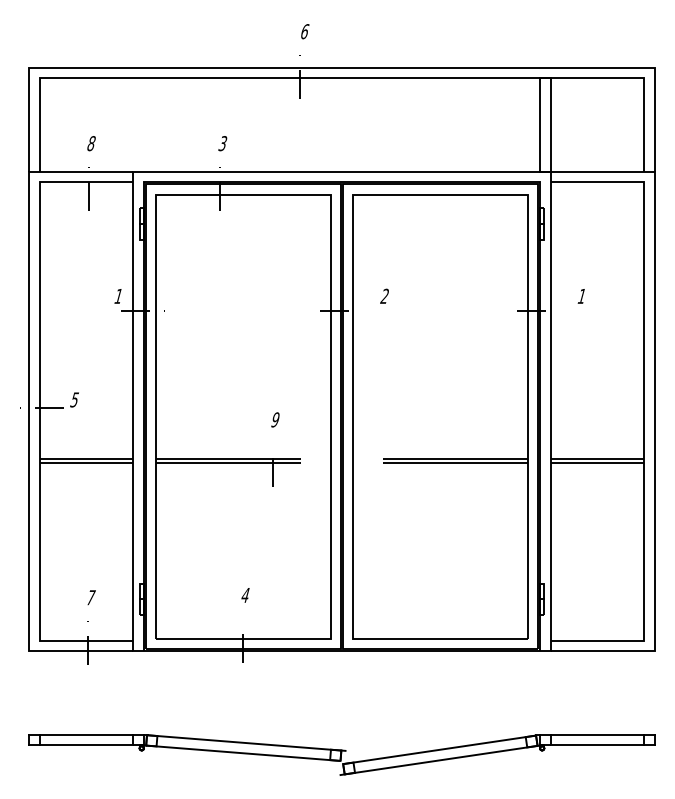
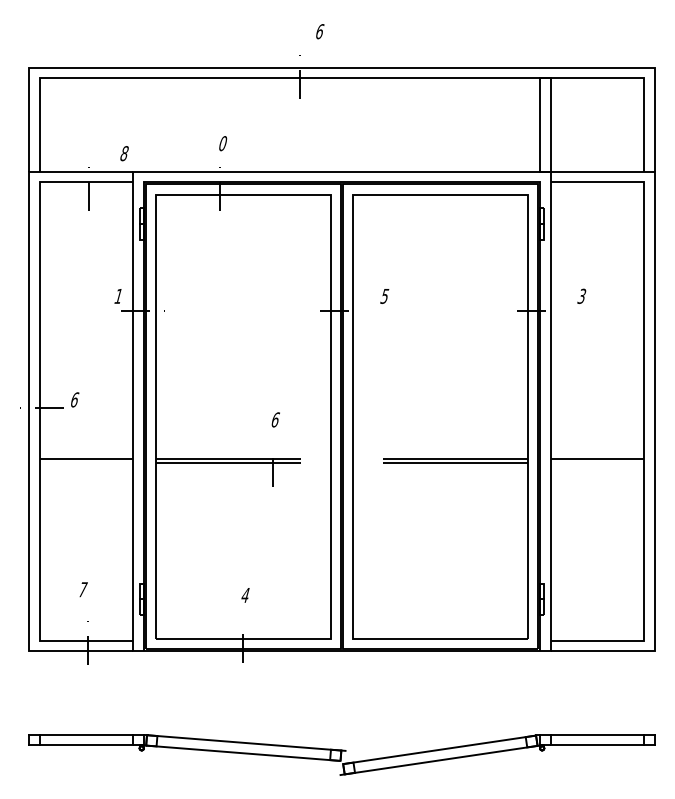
text at (305, 31) position: (305, 31) -> (320, 31)
text at (91, 143) position: (91, 143) -> (124, 153)
text at (222, 143): 3 -> 0
text at (384, 295): 2 -> 5
text at (581, 296): 1 -> 3
text at (74, 399): 5 -> 6
text at (275, 419): 9 -> 6
line at (86, 463): present -> none
line at (597, 463): present -> none
text at (91, 597) position: (91, 597) -> (83, 589)
